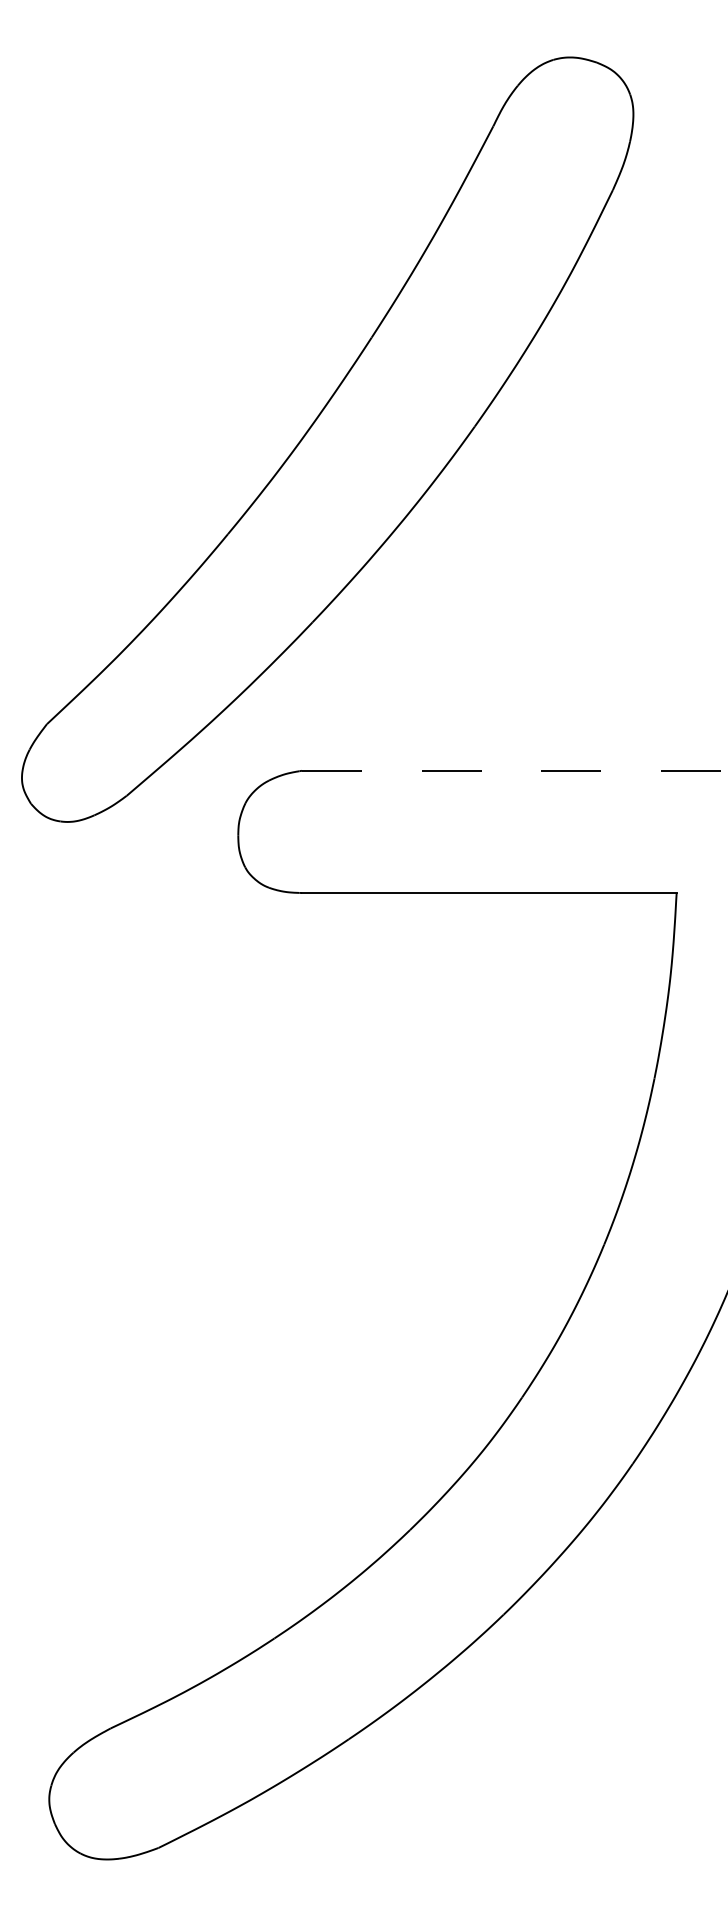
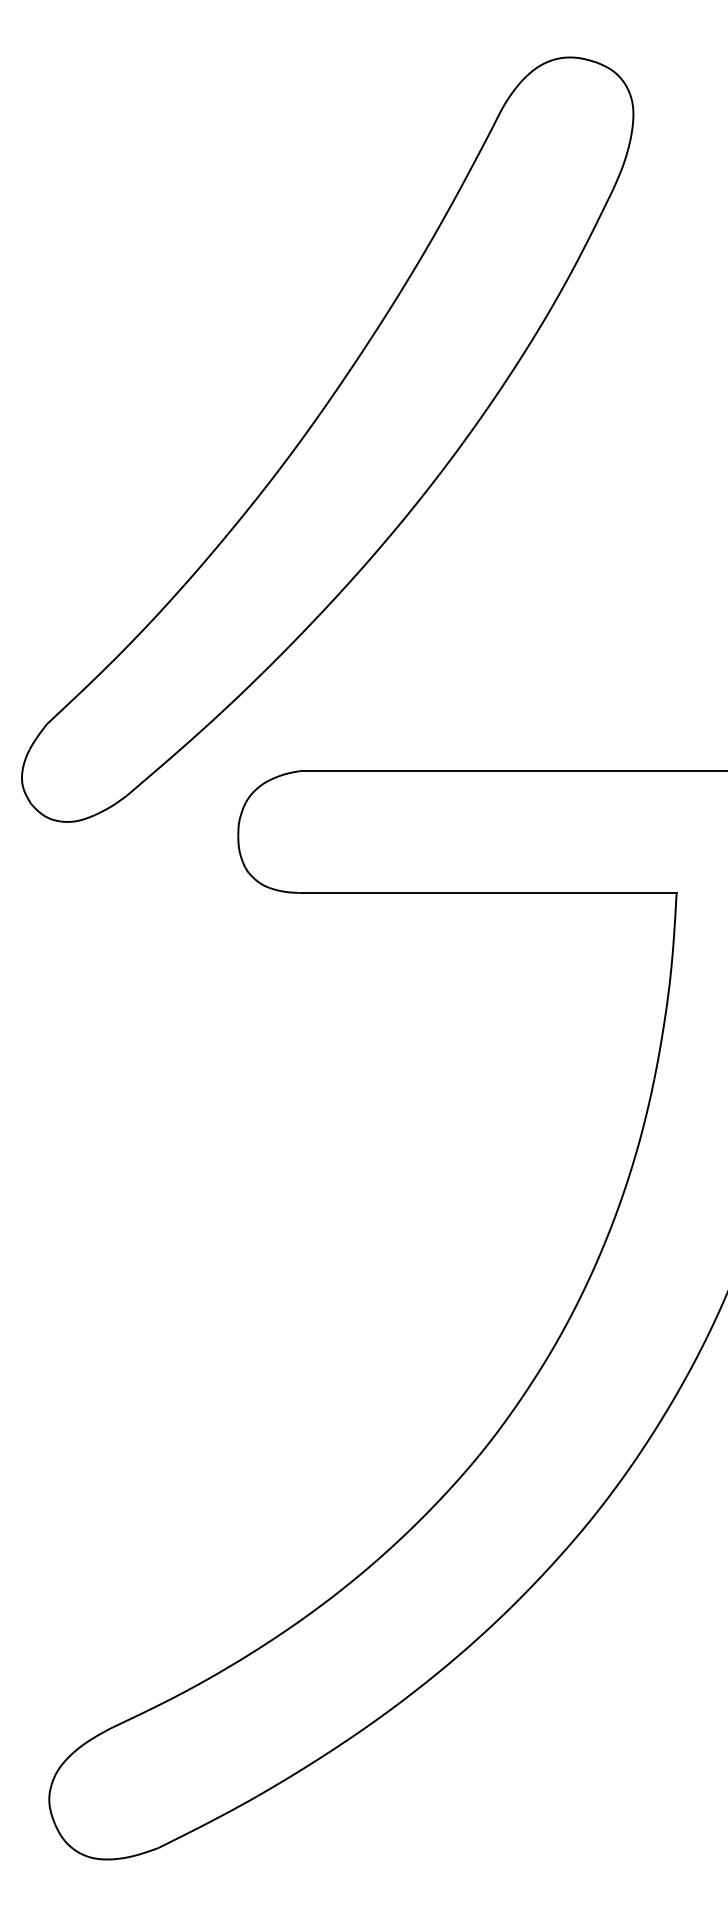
line at (514, 770): dashed -> solid
